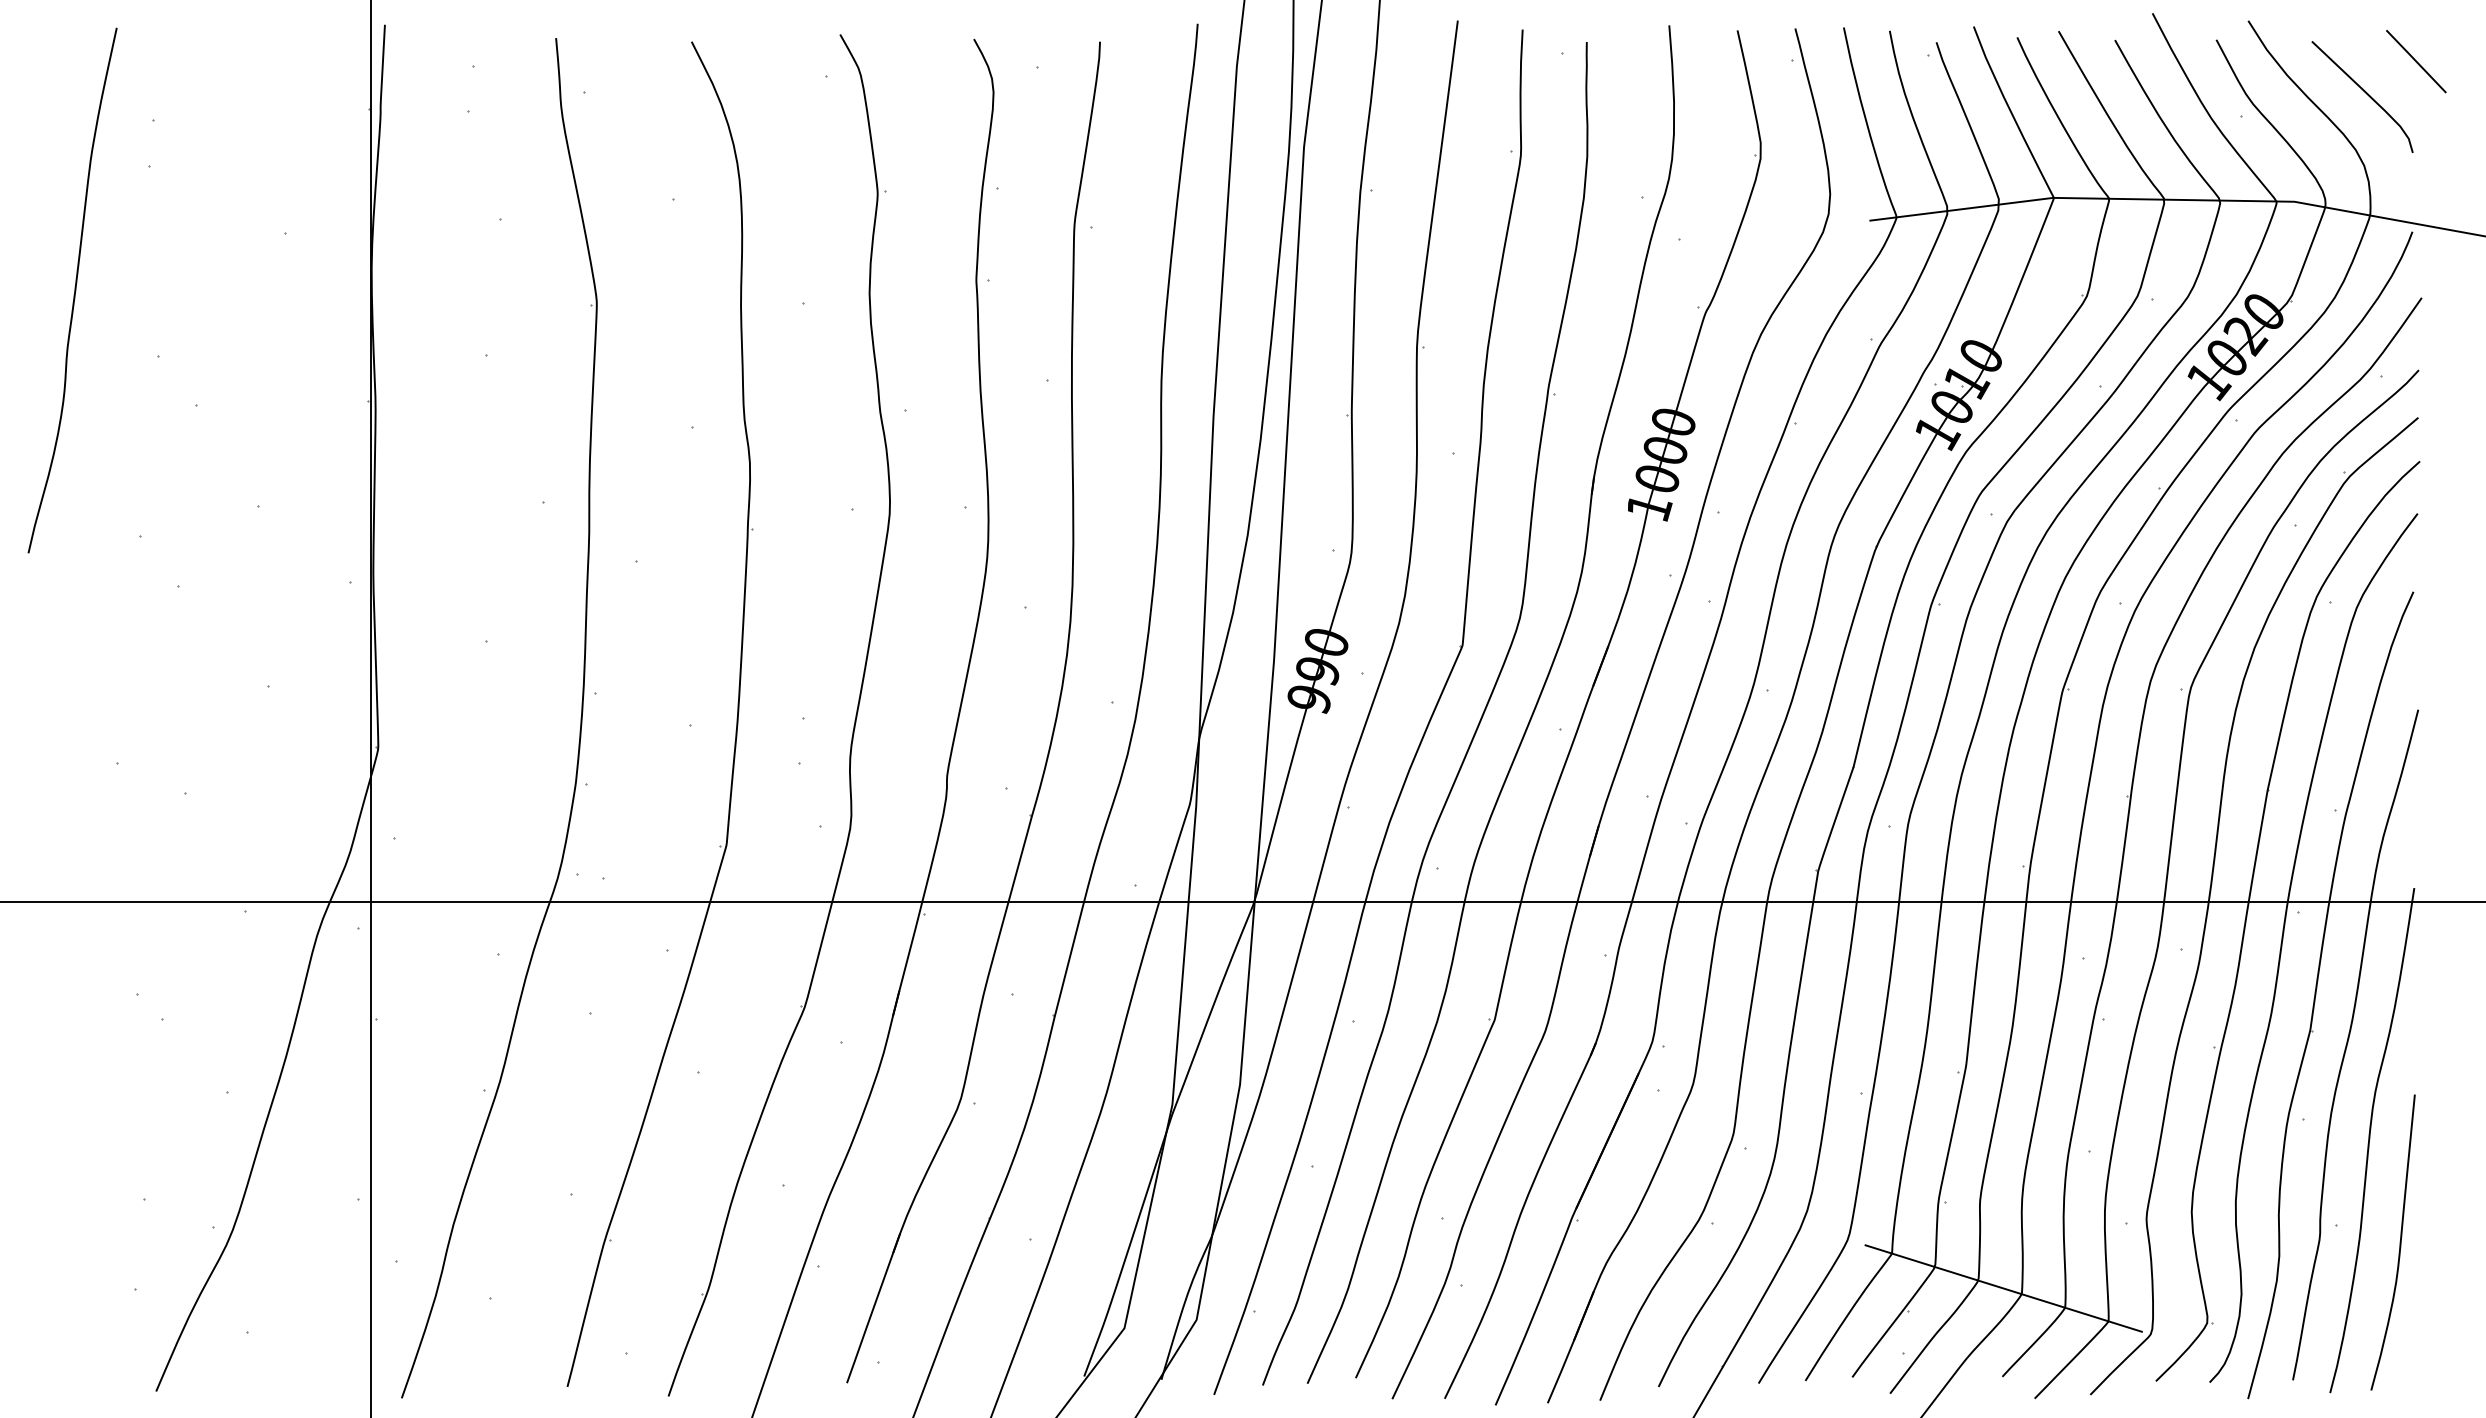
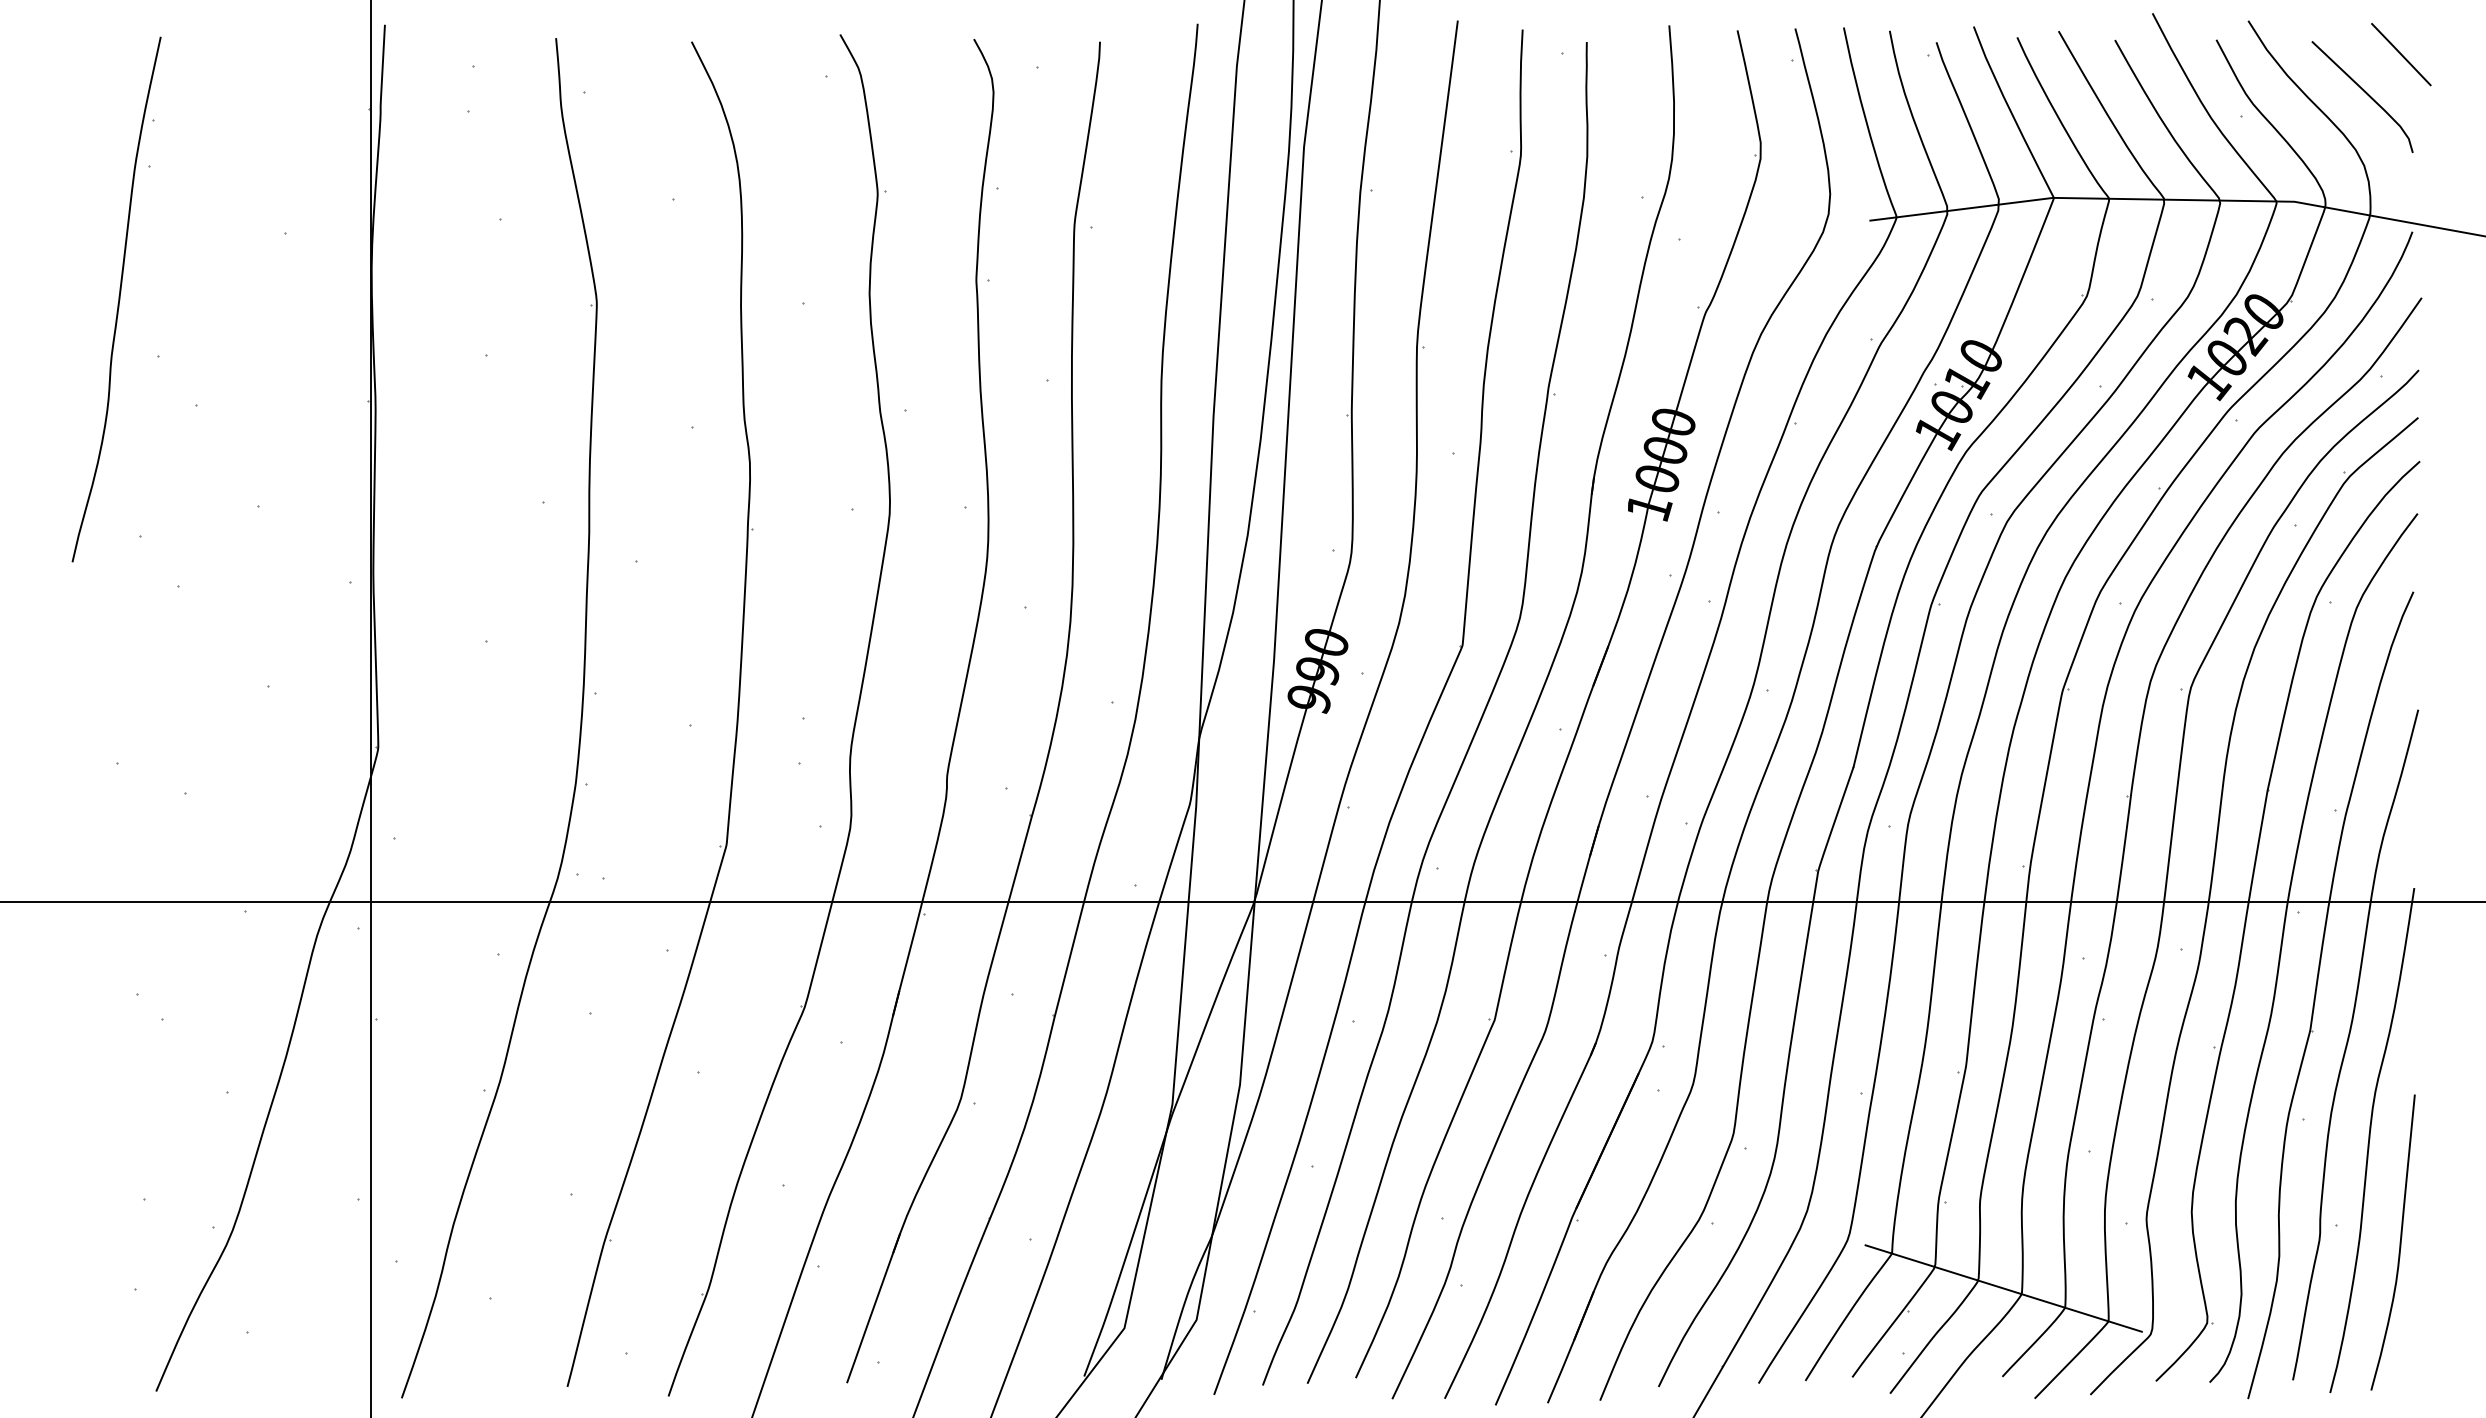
line at (2416, 61) position: (2416, 61) -> (2401, 54)
curve at (74, 290) position: (74, 290) -> (118, 299)
